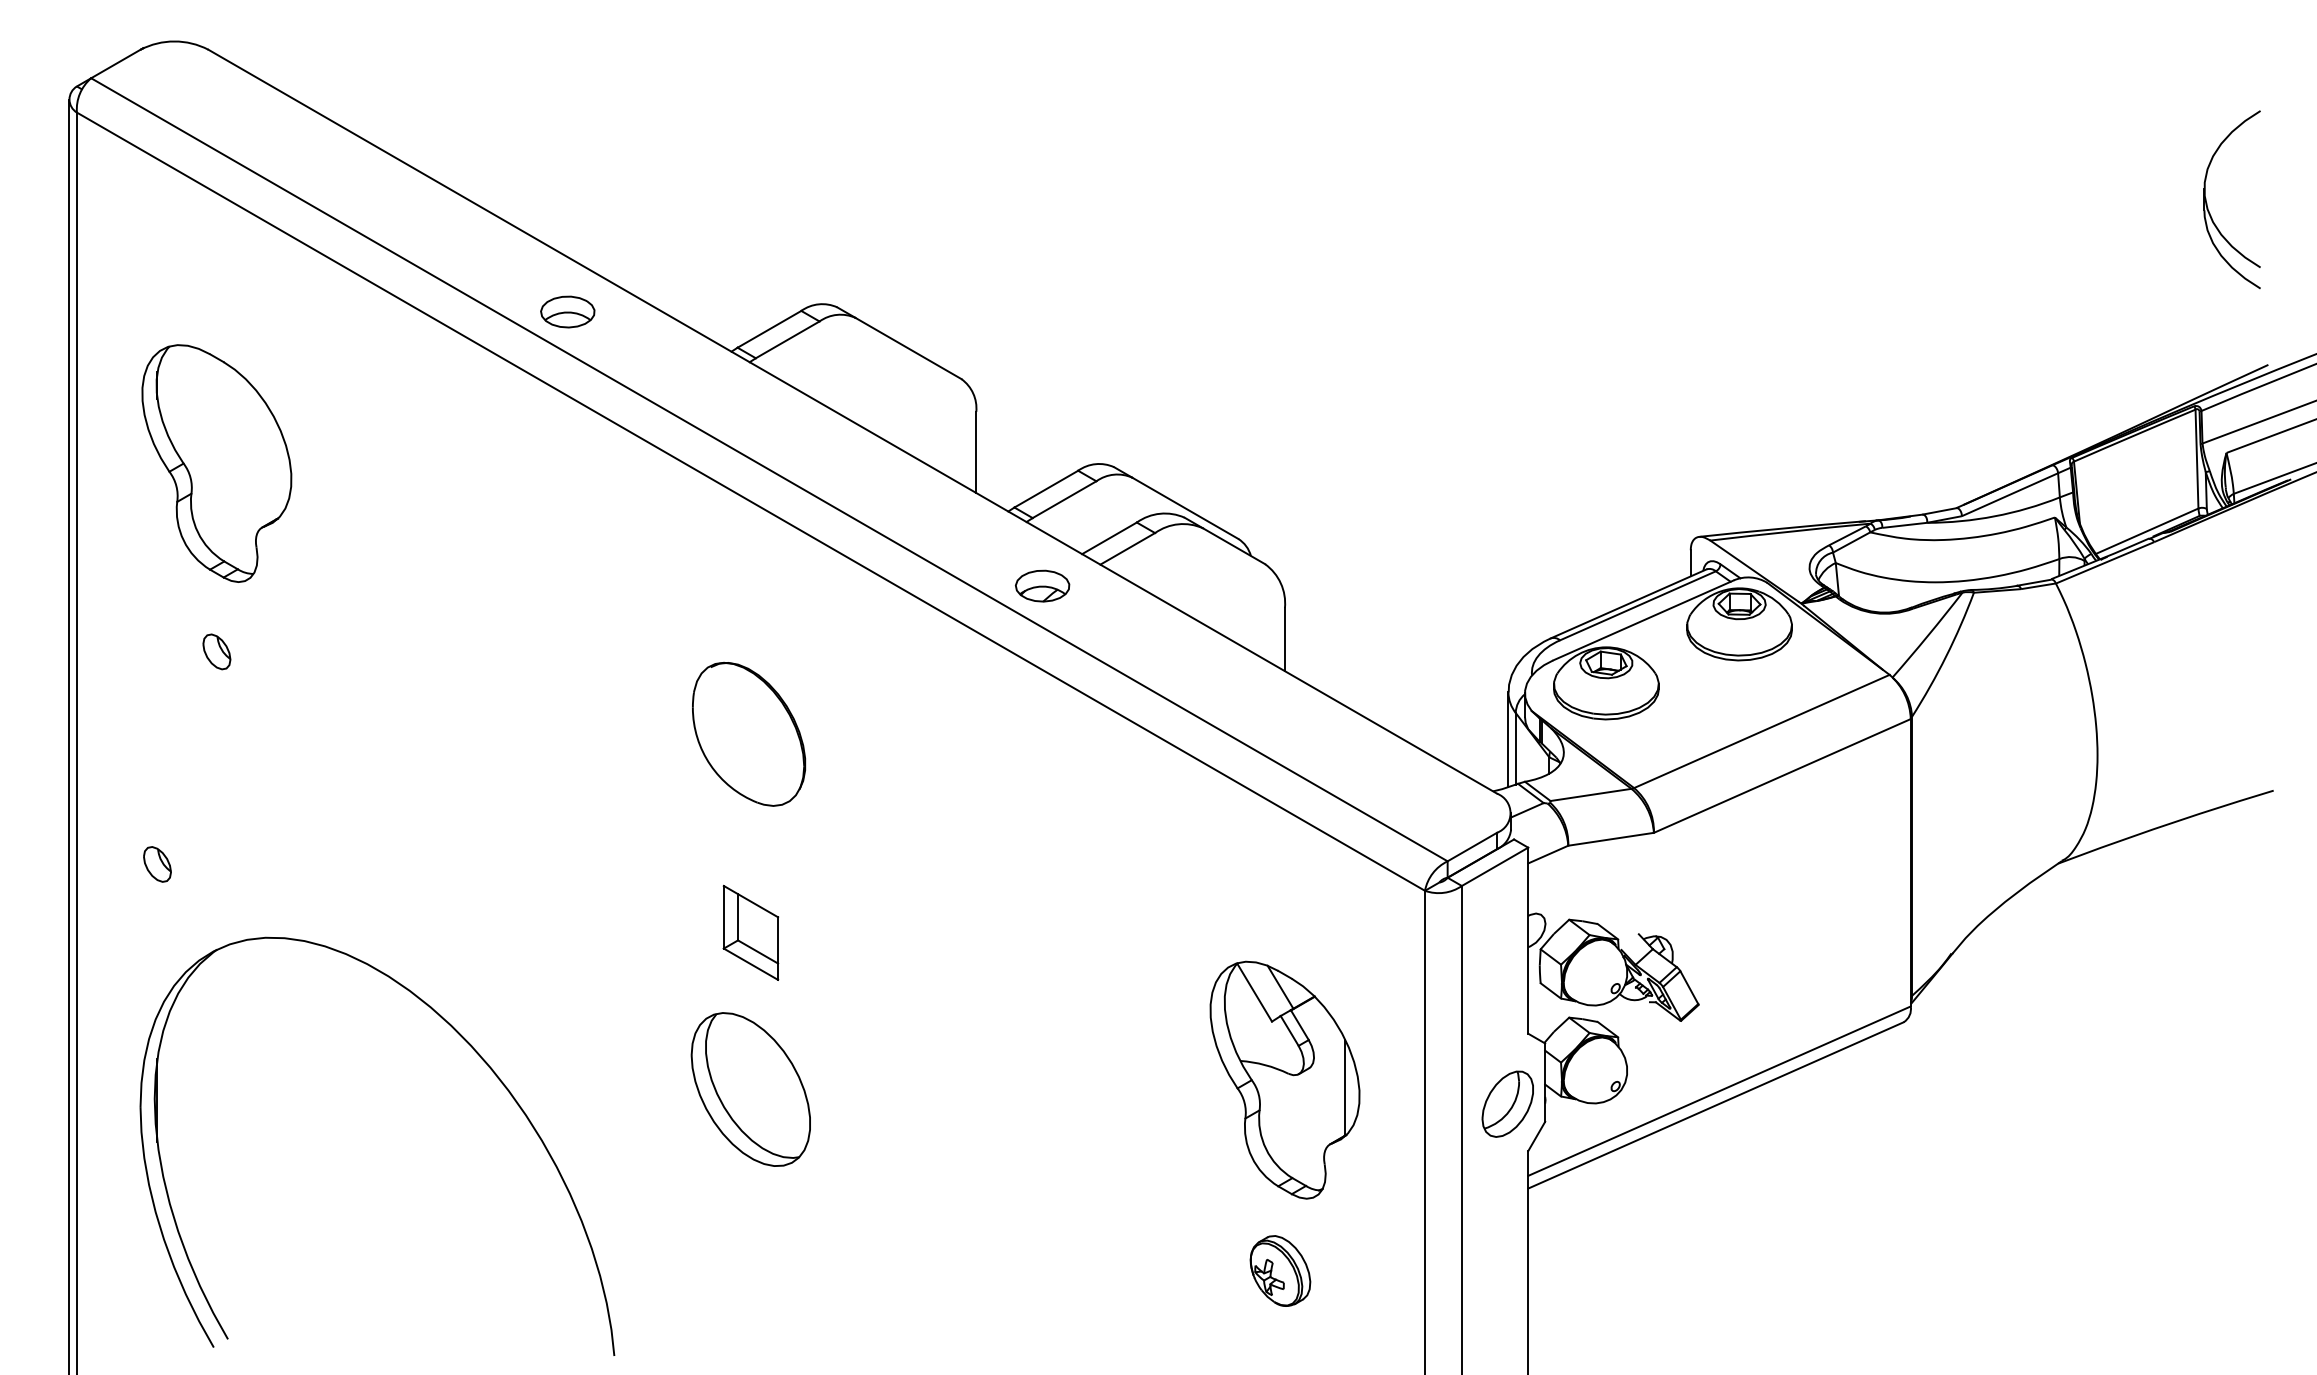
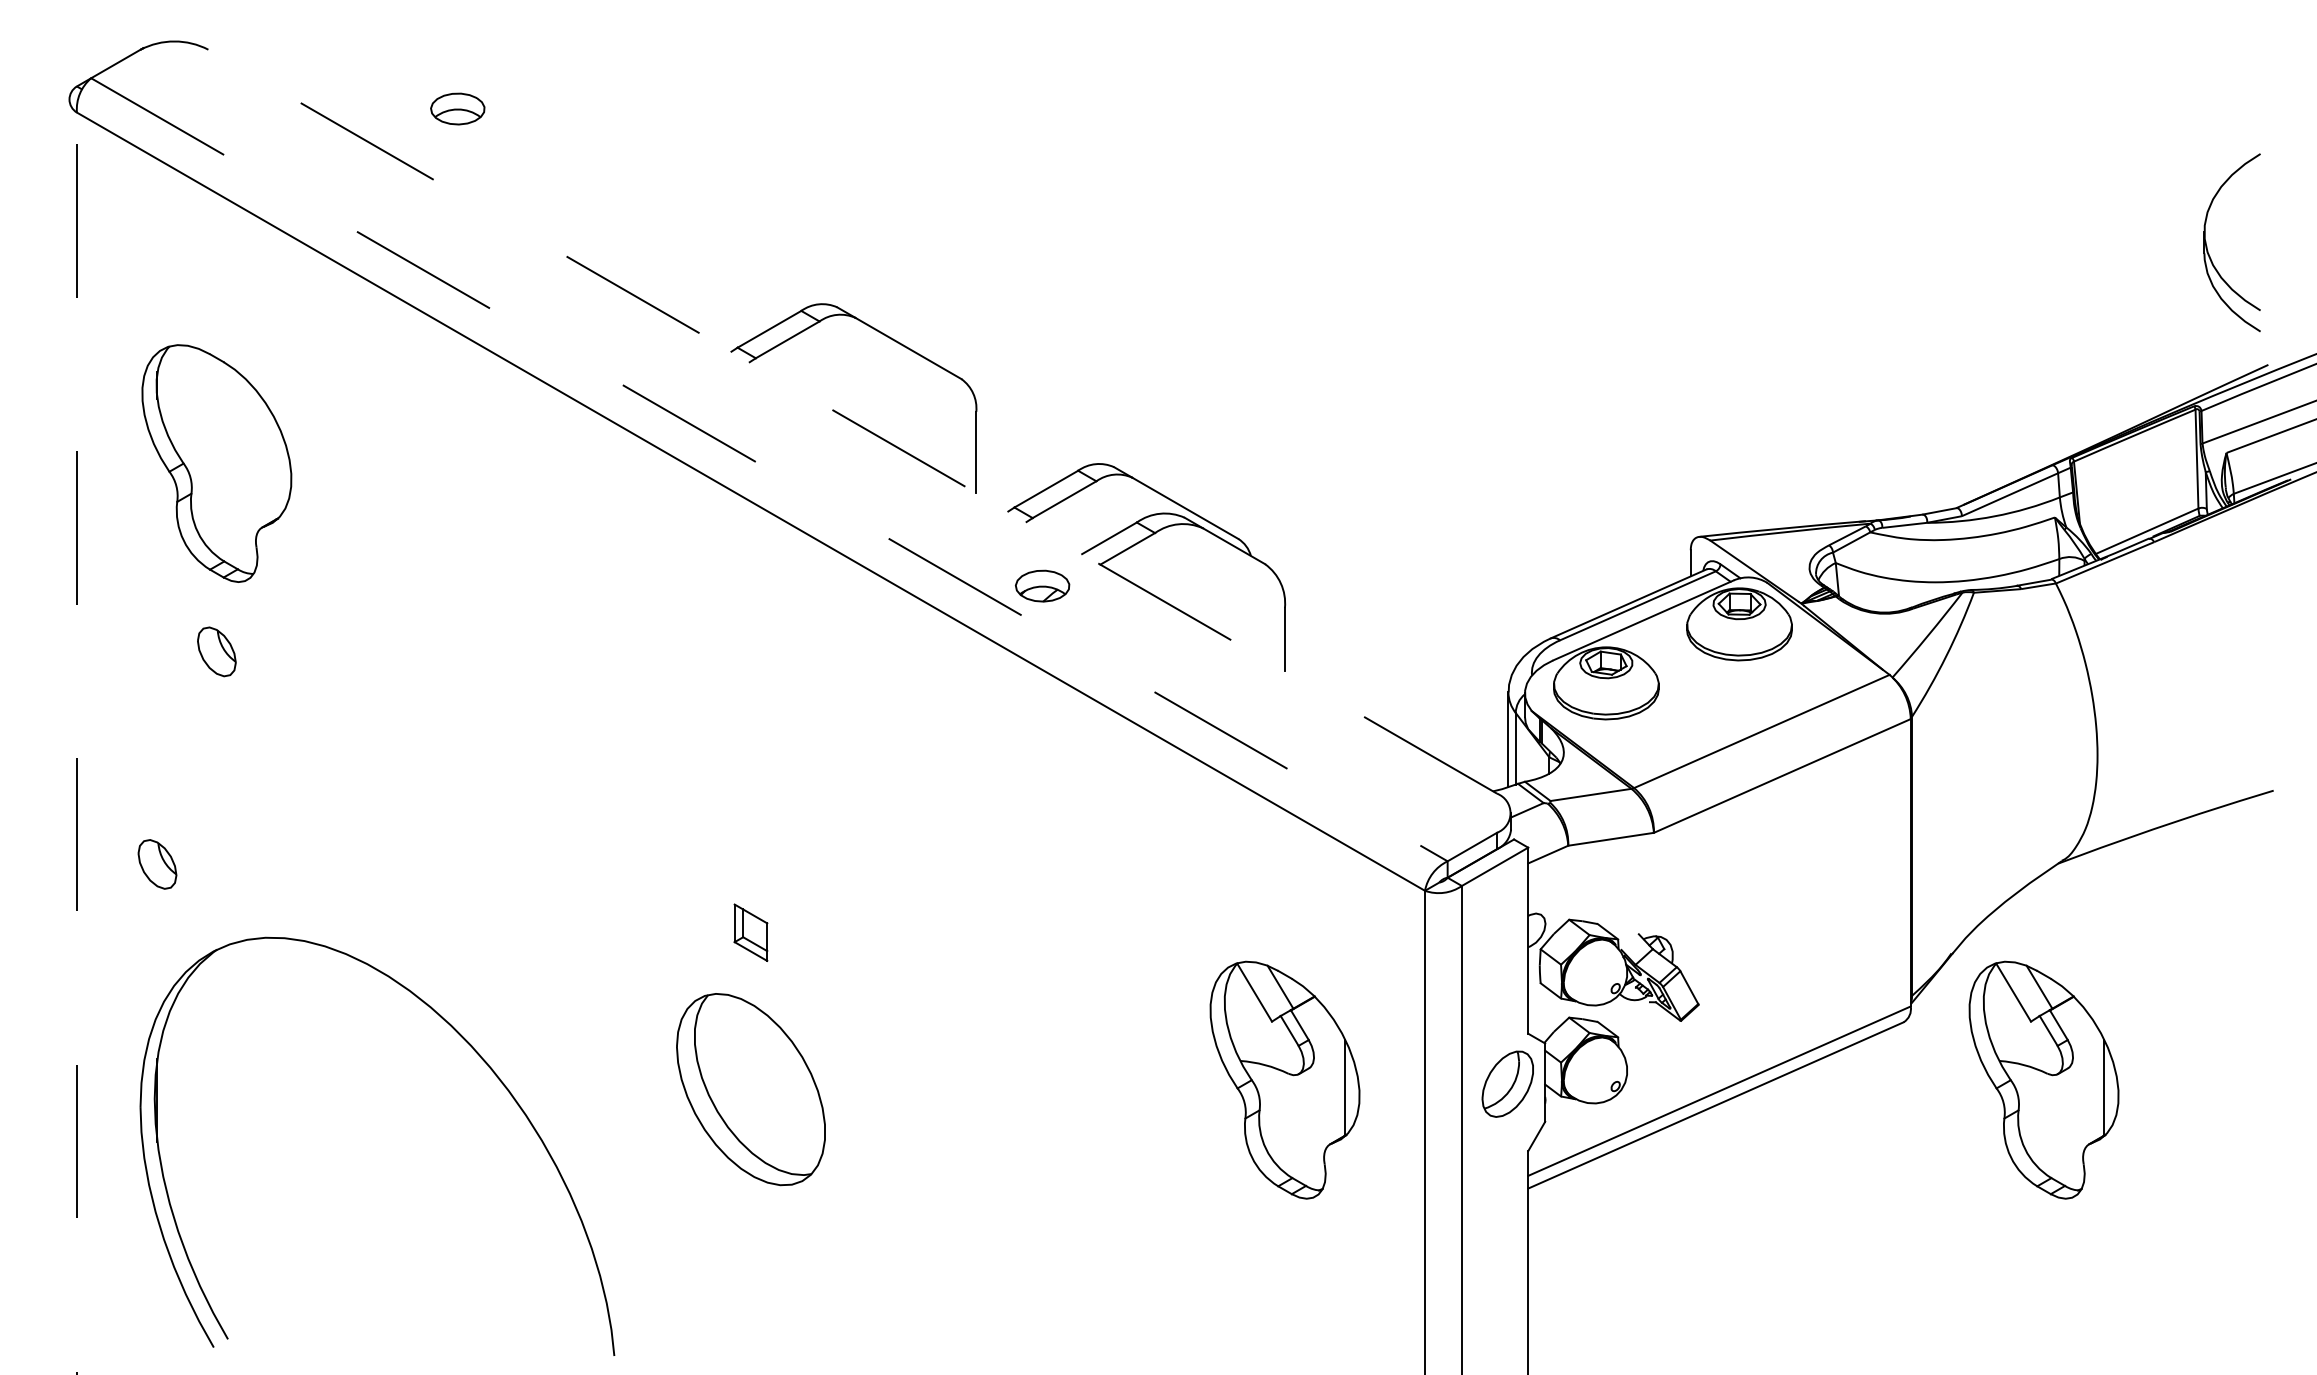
part at (2207, 203) position: (2207, 203) -> (2207, 246)
part at (567, 311) position: (567, 311) -> (457, 108)
line at (852, 421): solid -> dashed
line at (769, 470): solid -> dashed
part at (216, 651) size: 30x38 px -> 40x52 px
part at (749, 733): present -> none
line at (69, 735): present -> none
line at (76, 743): solid -> dashed
part at (157, 864) size: 29x37 px -> 41x51 px
part at (750, 932) size: 58x97 px -> 36x59 px
part at (2043, 1079): none -> present
part at (750, 1089) size: 121x155 px -> 150x194 px
part at (1507, 1103) position: (1507, 1103) -> (1507, 1083)
part at (1280, 1270): present -> none
